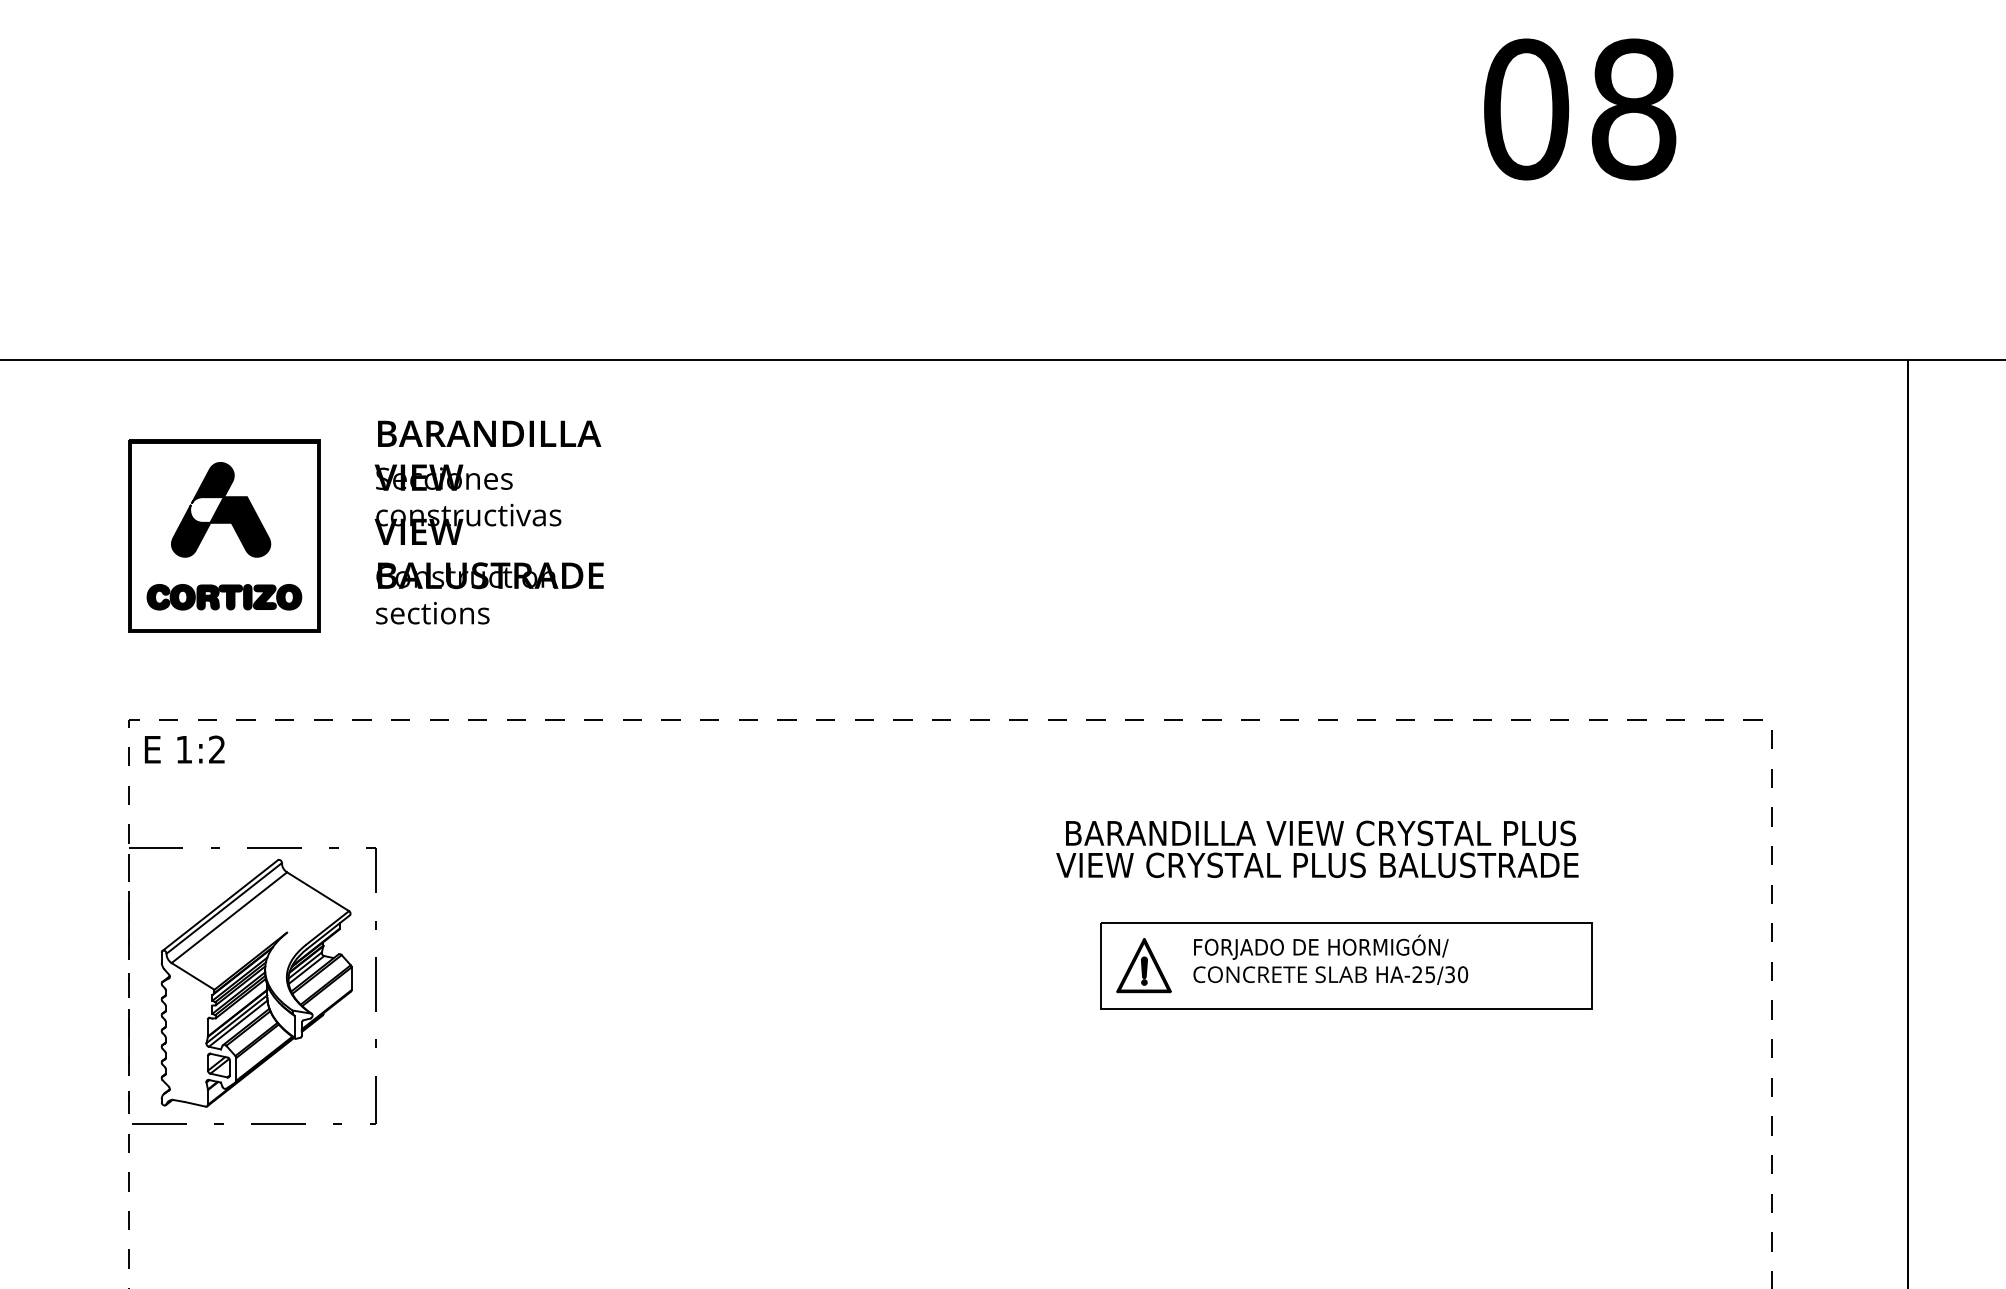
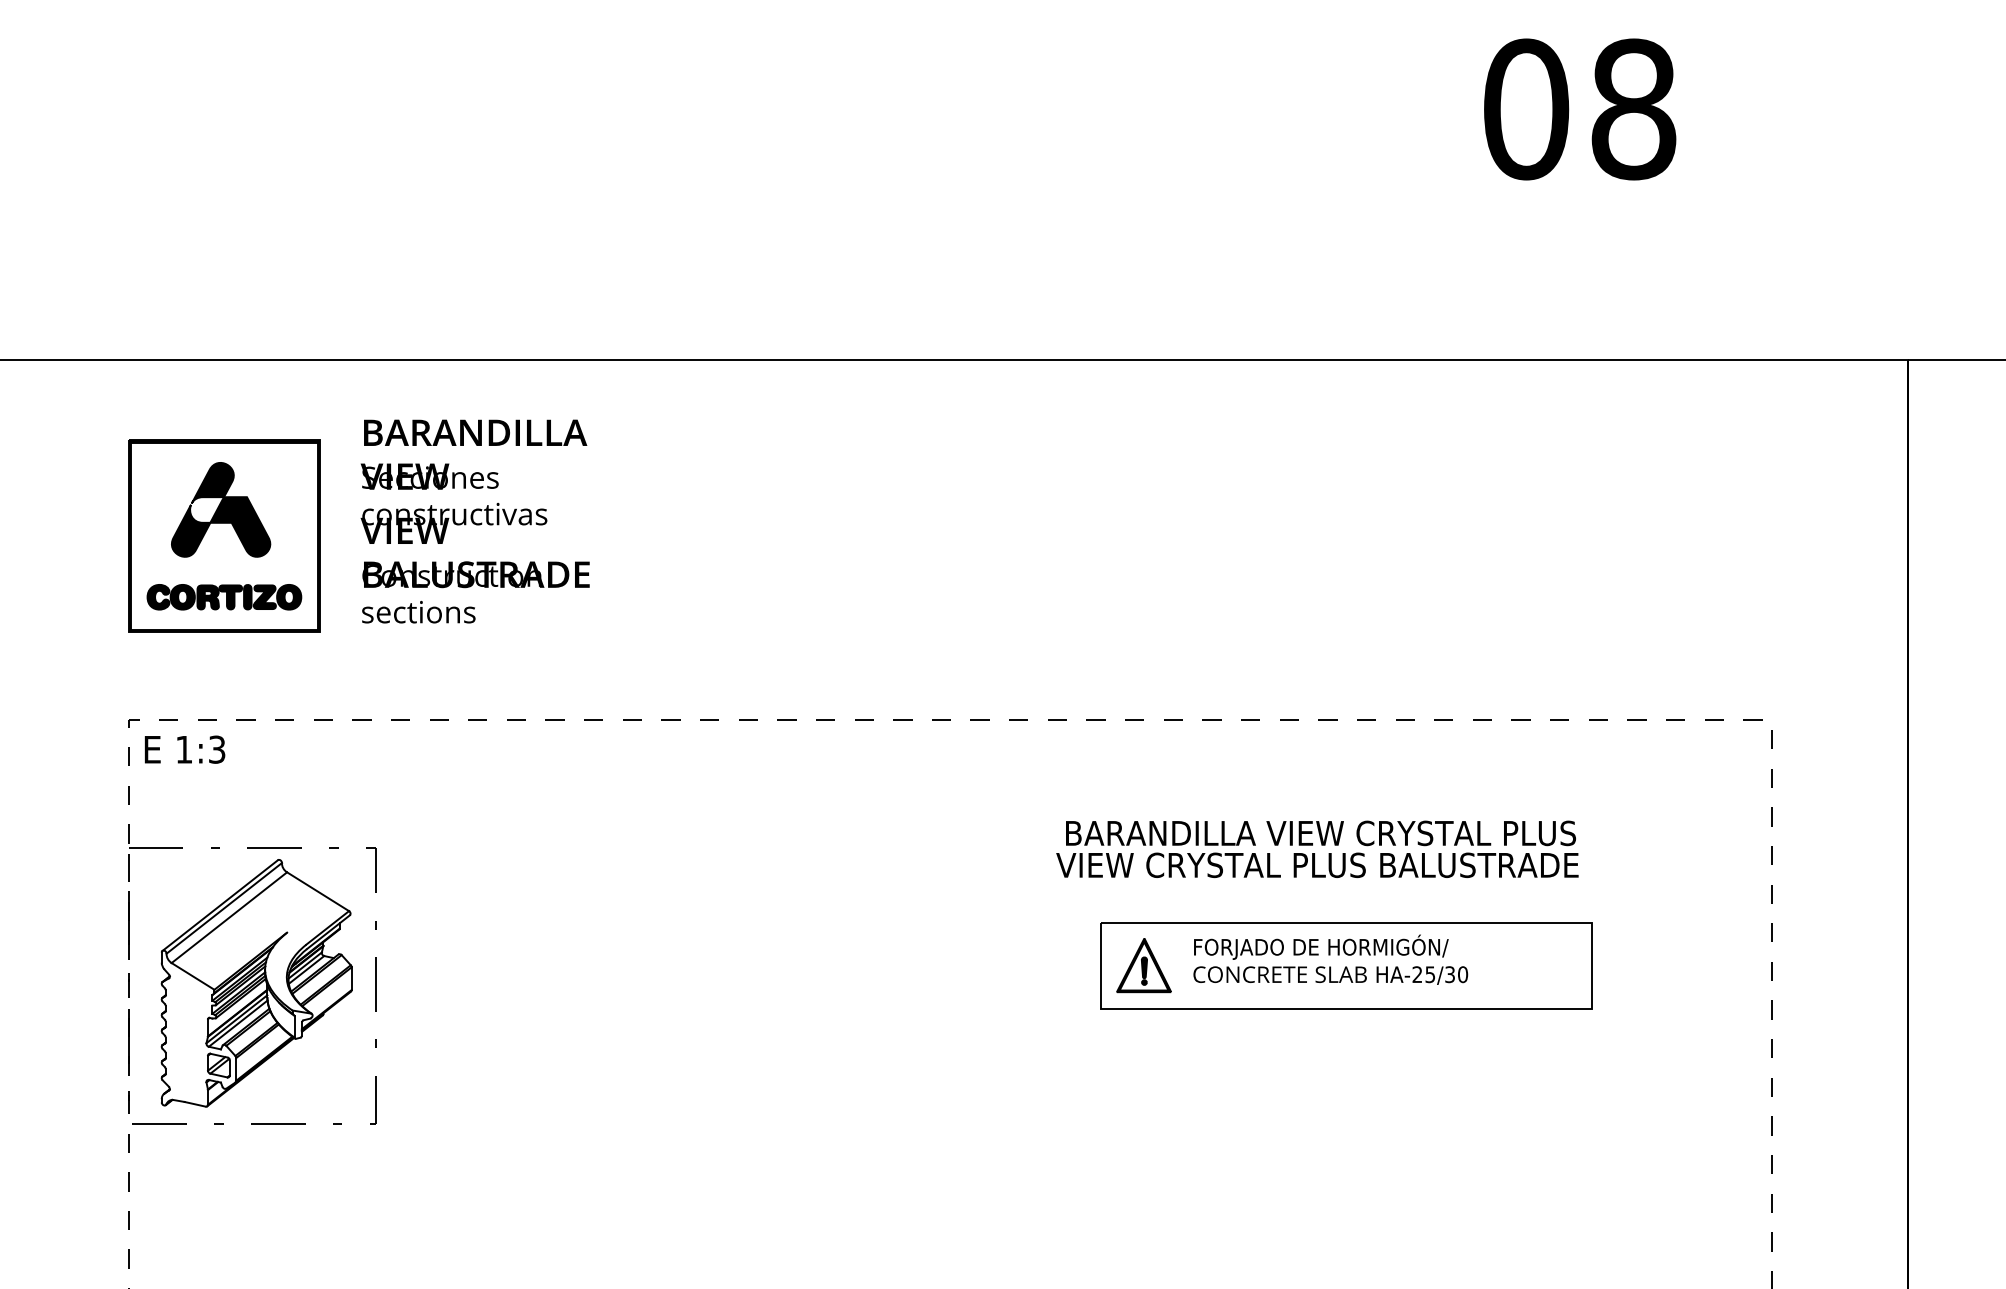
text at (488, 522) position: (488, 522) -> (474, 521)
text at (217, 749): 1:2 -> 1:3
